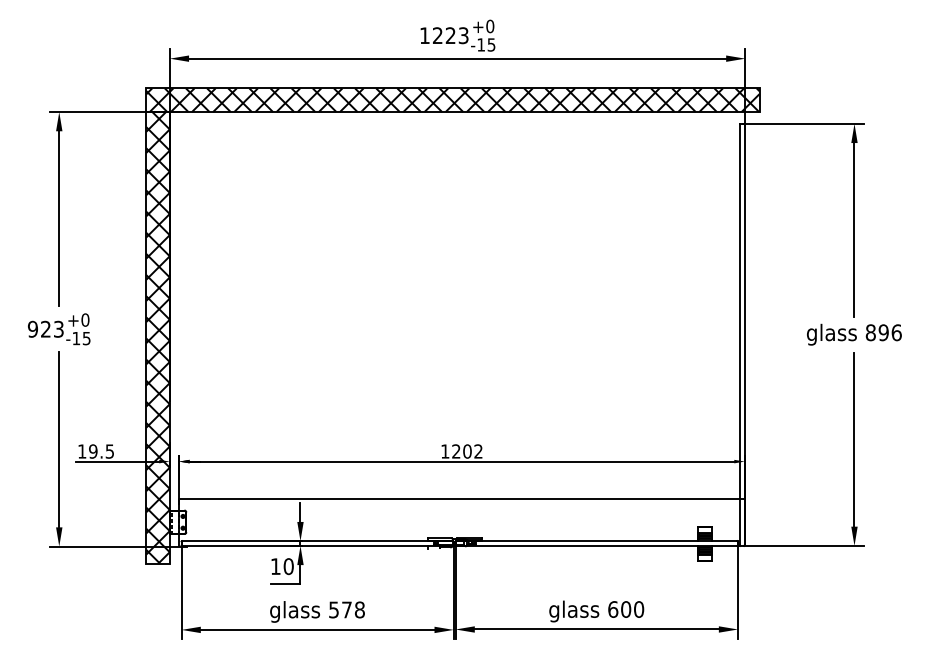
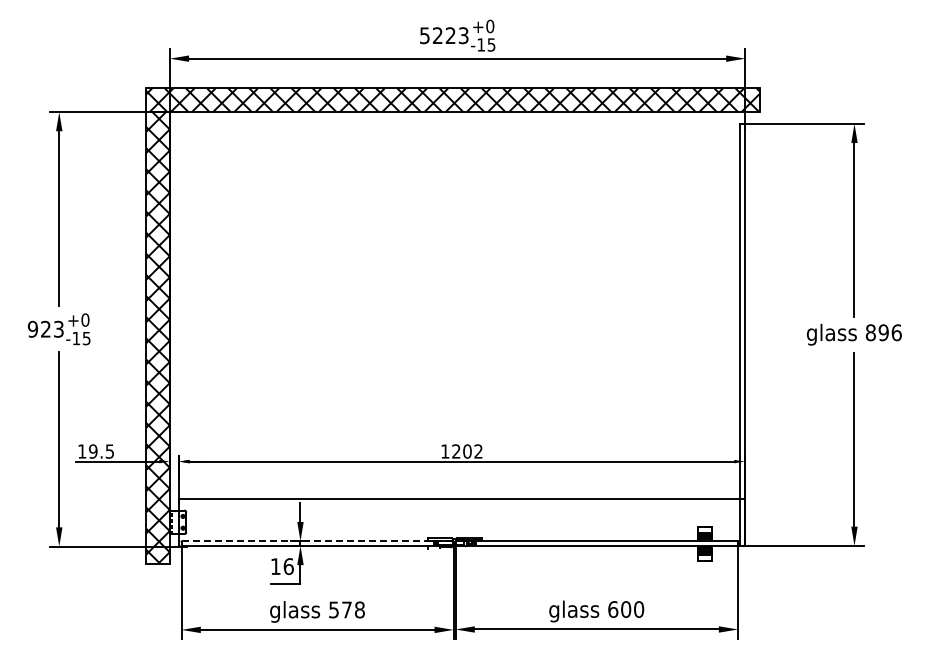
text at (424, 35): 1223 -> 5223
line at (316, 541): solid -> dashed
text at (288, 566): 10 -> 16
